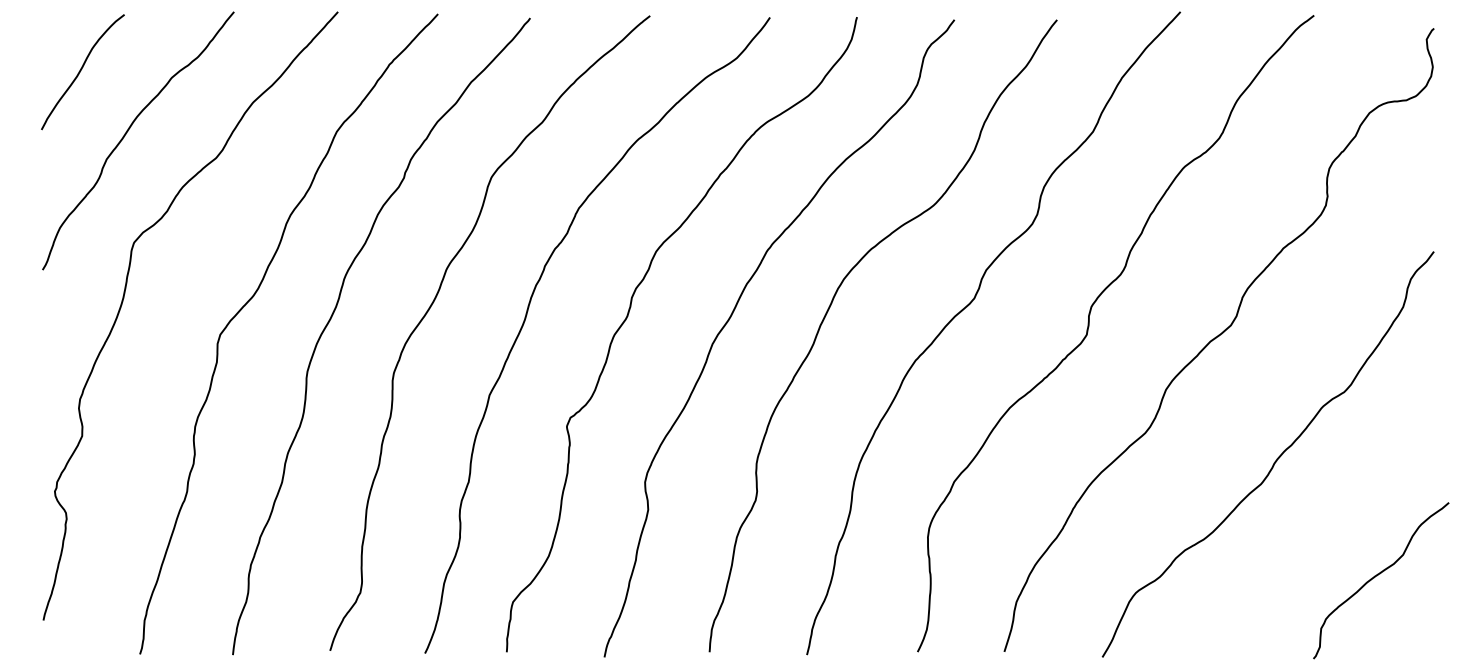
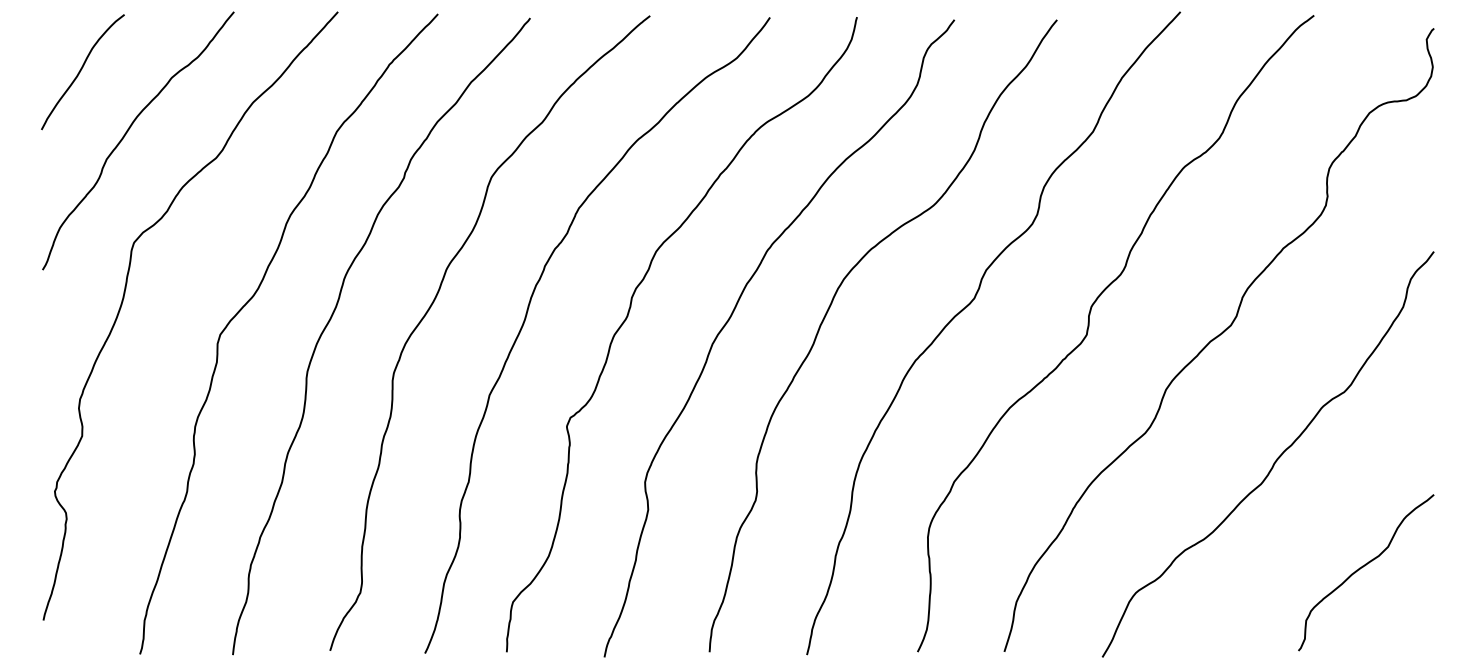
curve at (1377, 576) position: (1377, 576) -> (1362, 568)
